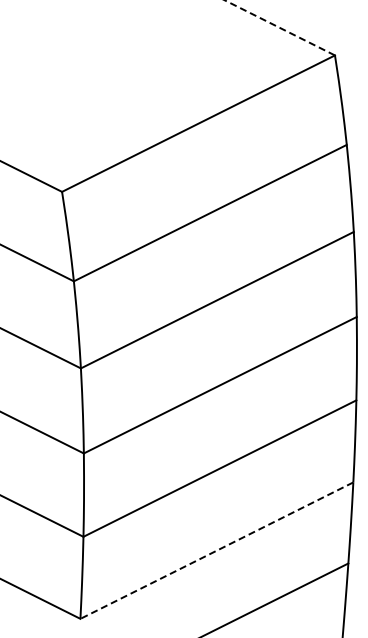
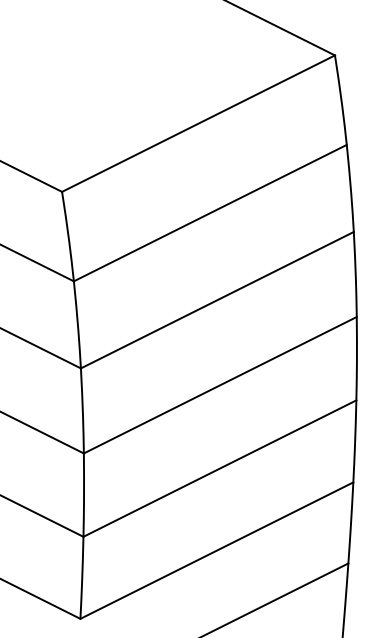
line at (279, 27): dashed -> solid
line at (216, 550): dashed -> solid
